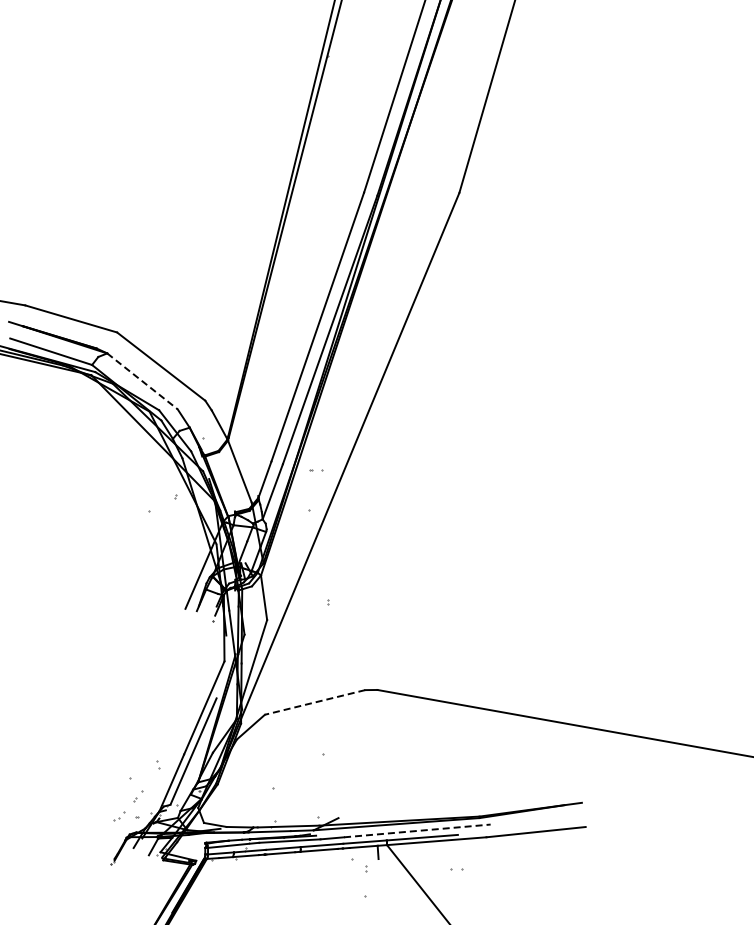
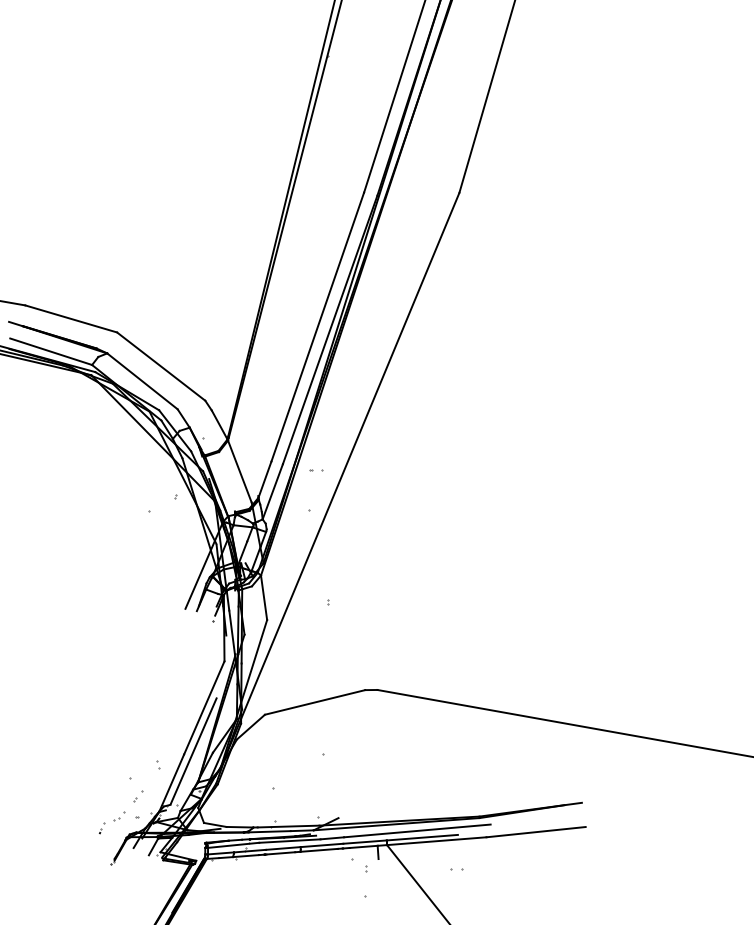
line at (142, 381): dashed -> solid
line at (315, 702): dashed -> solid
part at (101, 828): none -> present
line at (417, 830): dashed -> solid
